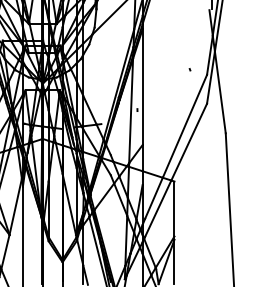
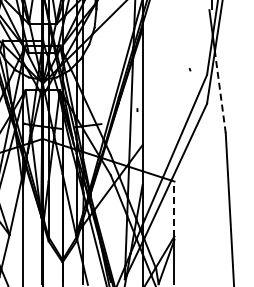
line at (220, 91): solid -> dashed
line at (174, 208): solid -> dashed
